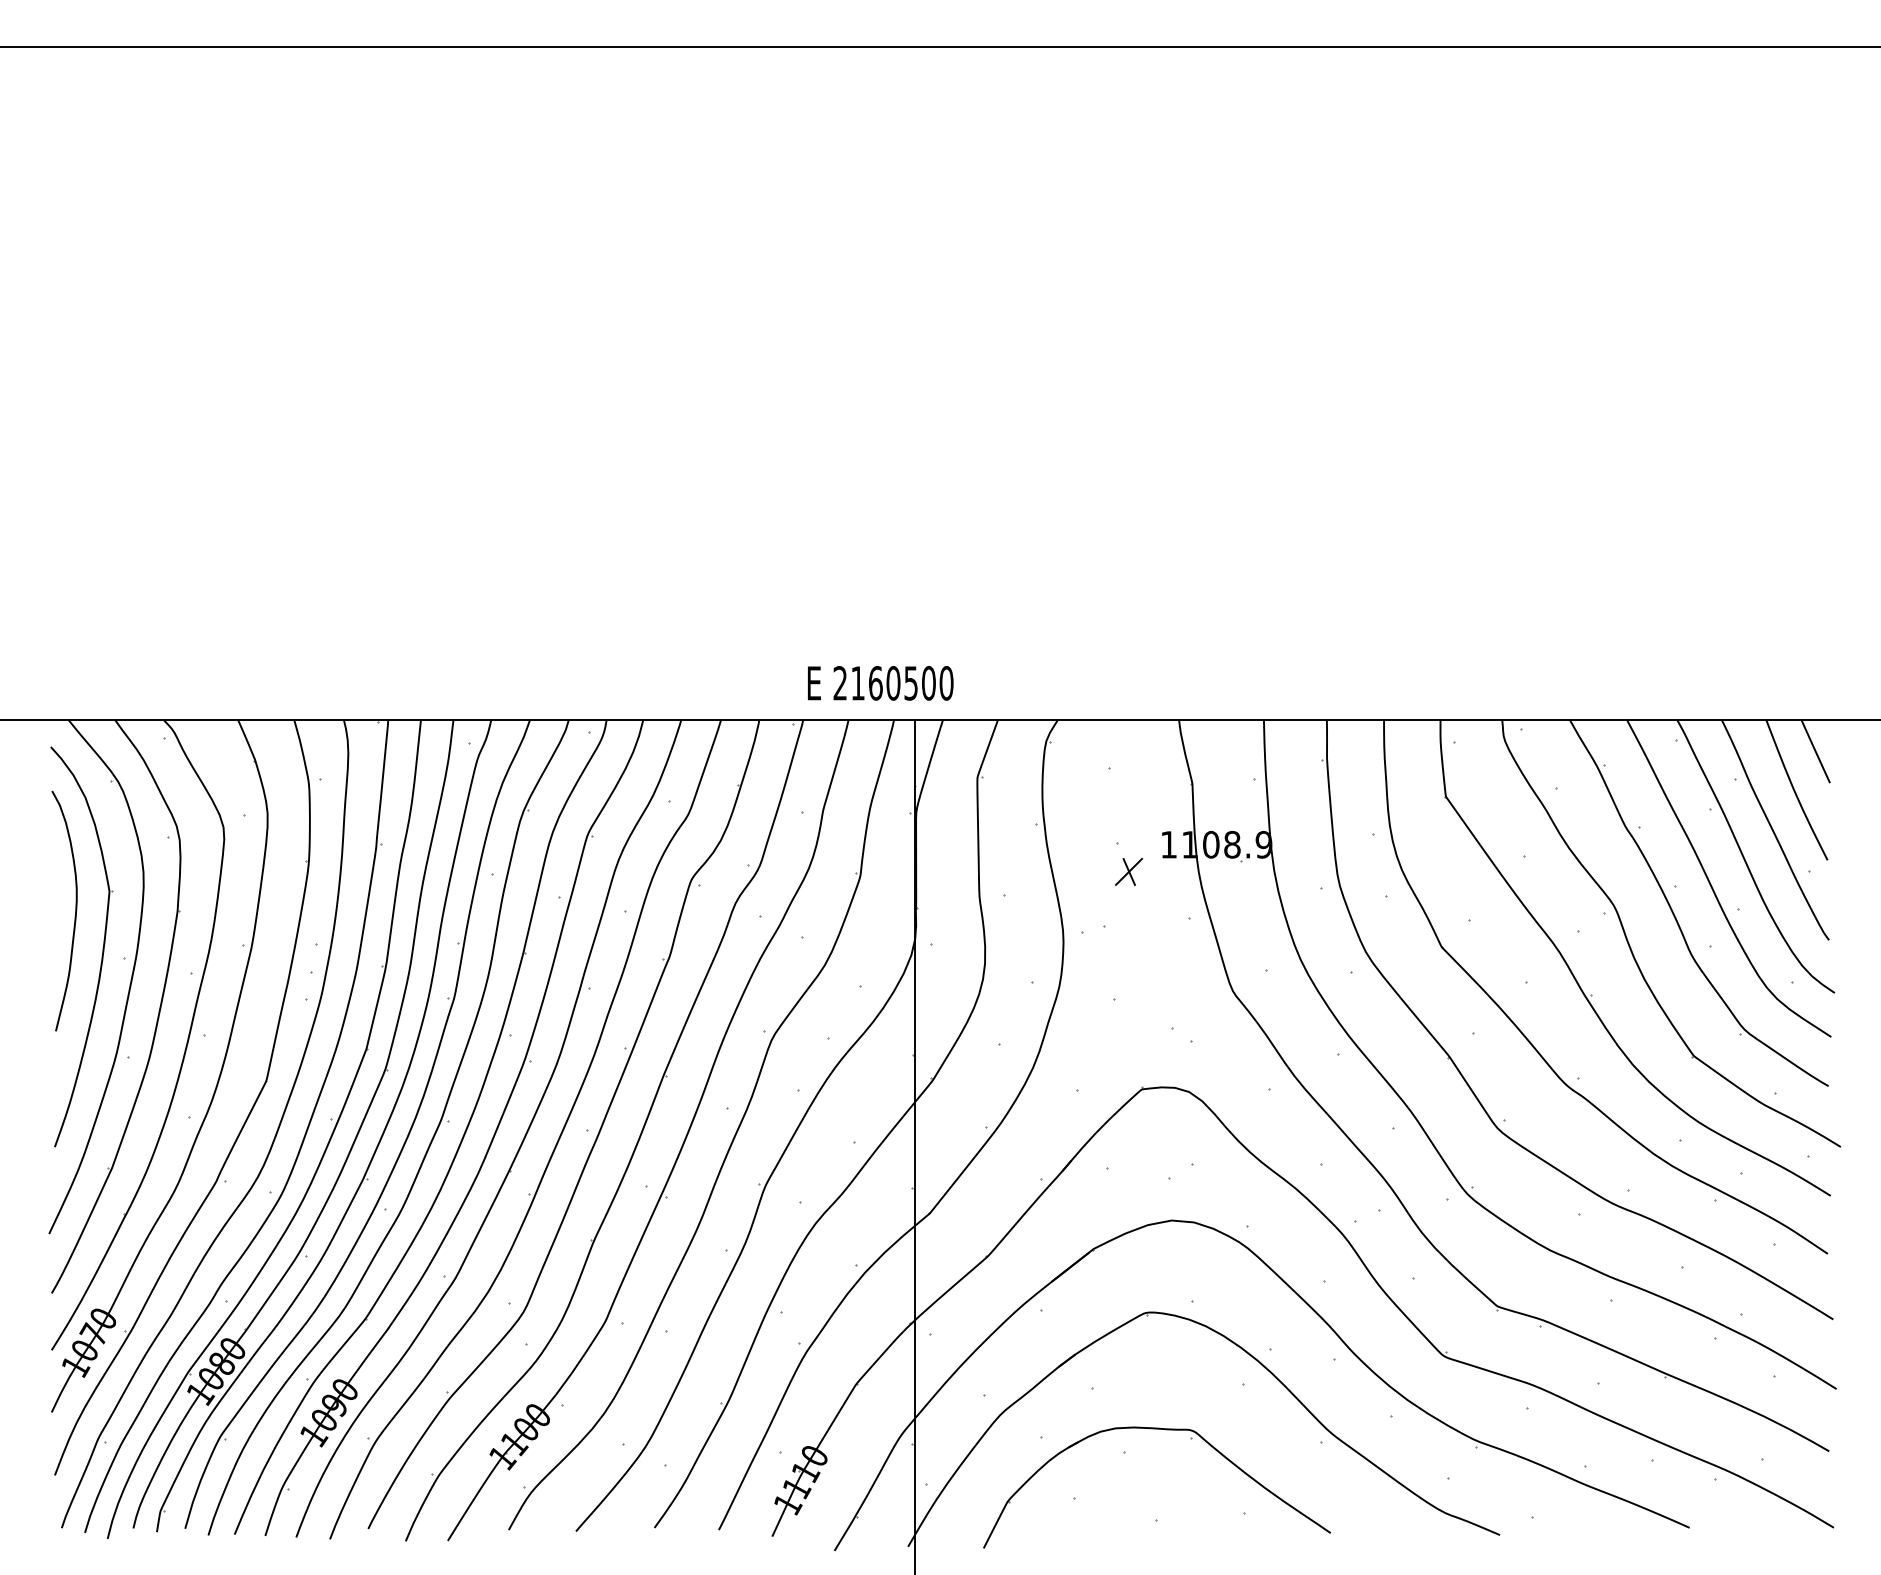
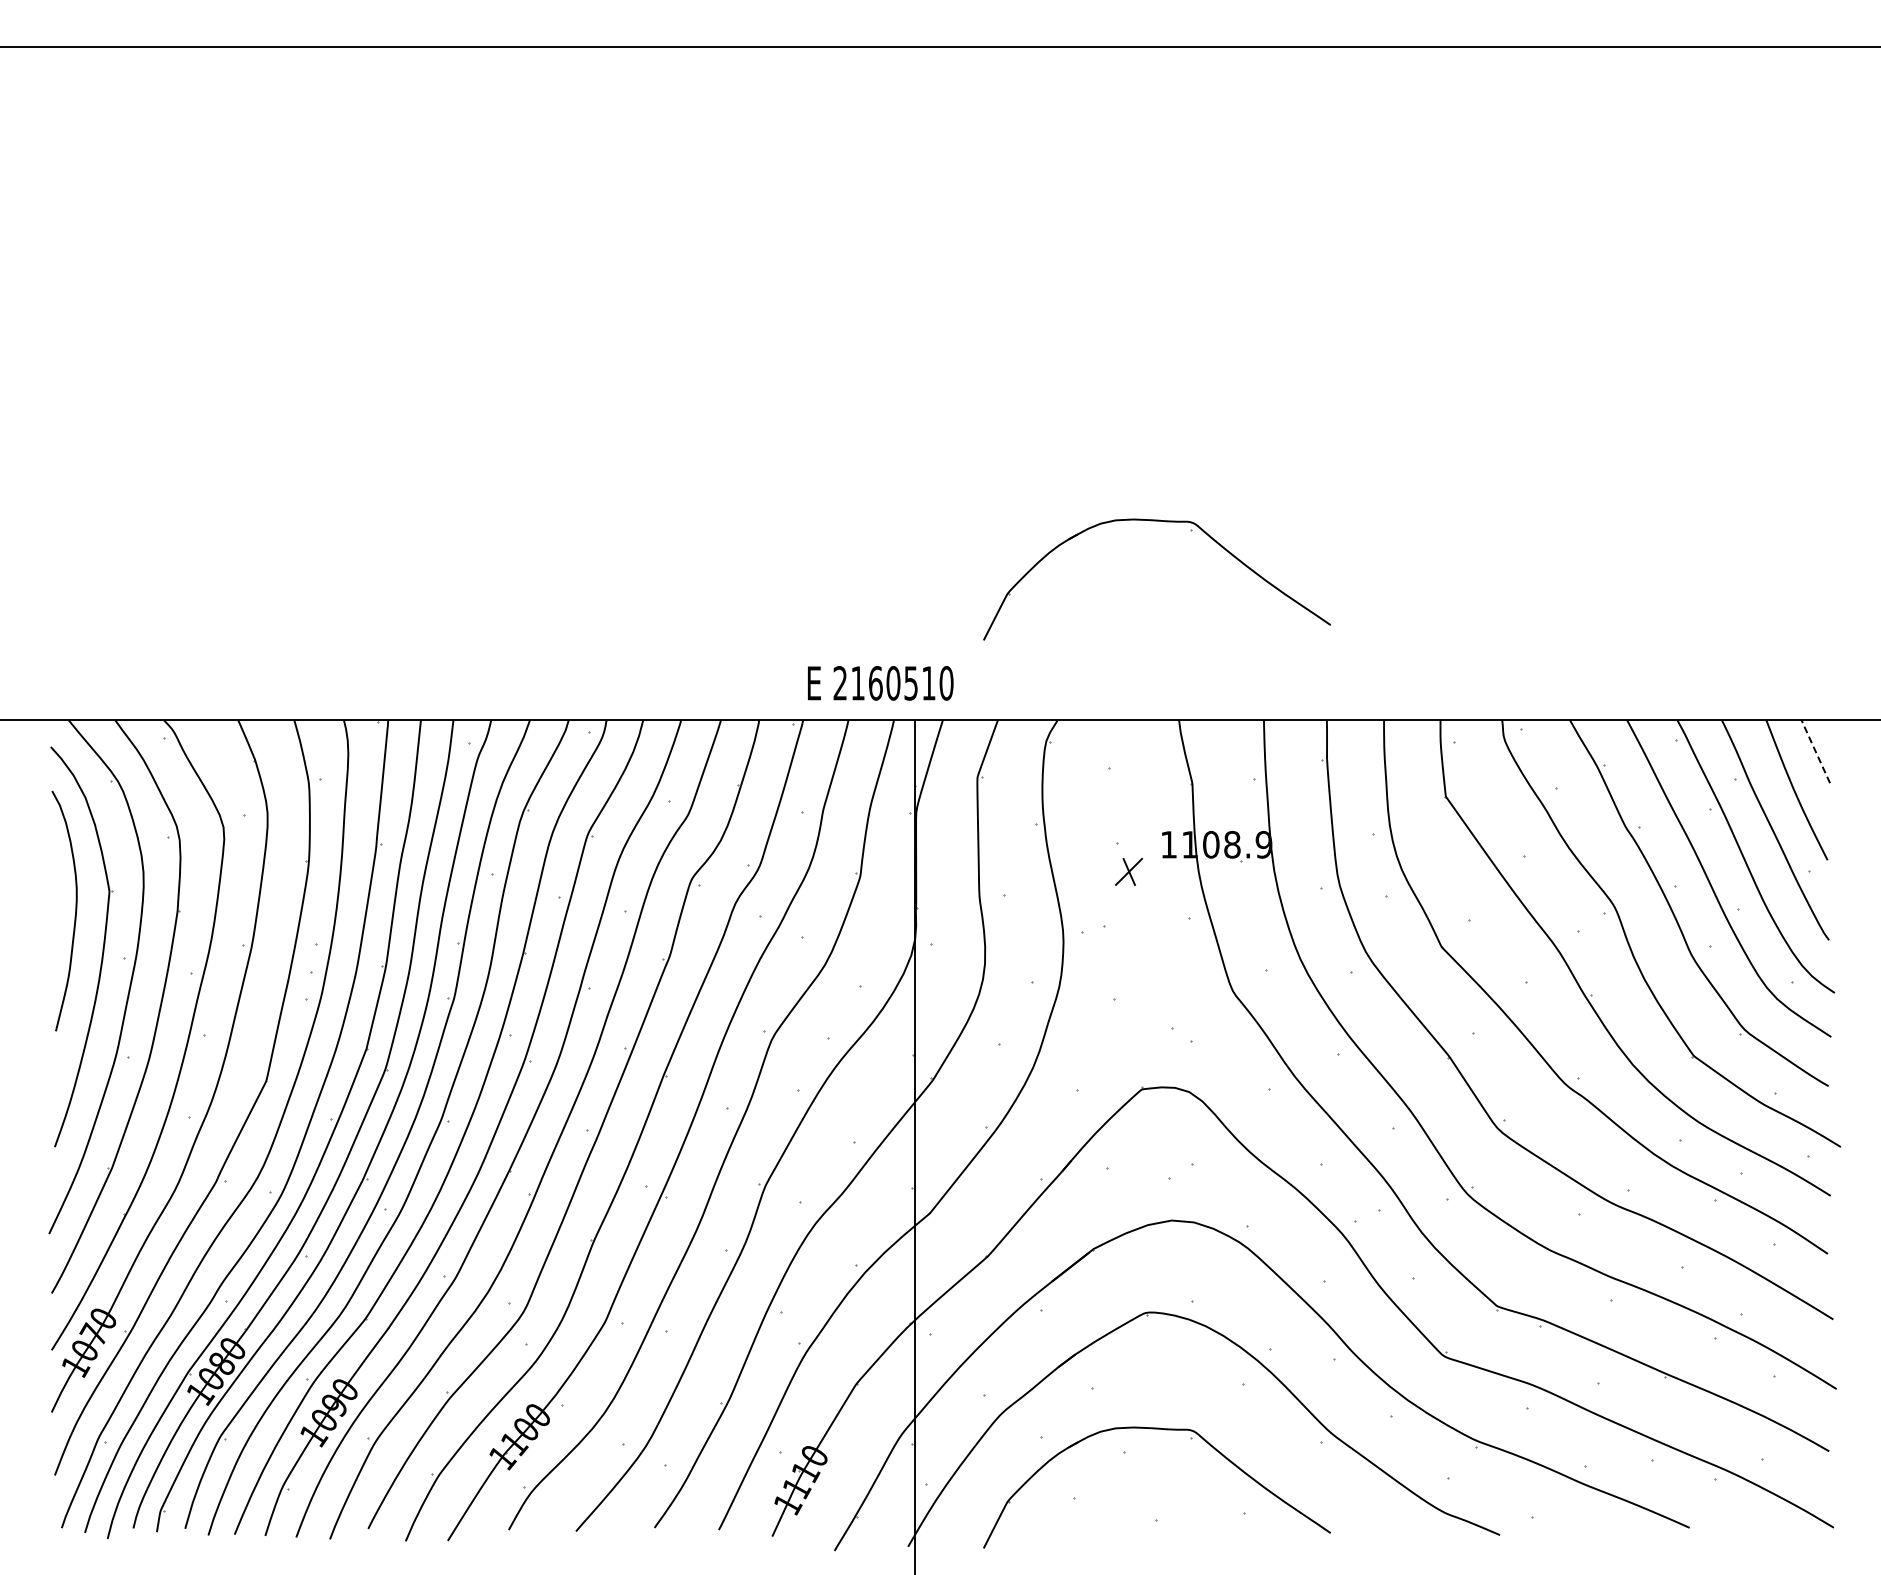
part at (1165, 522): none -> present
text at (928, 683): 2160500 -> 2160510
line at (1815, 750): solid -> dashed
